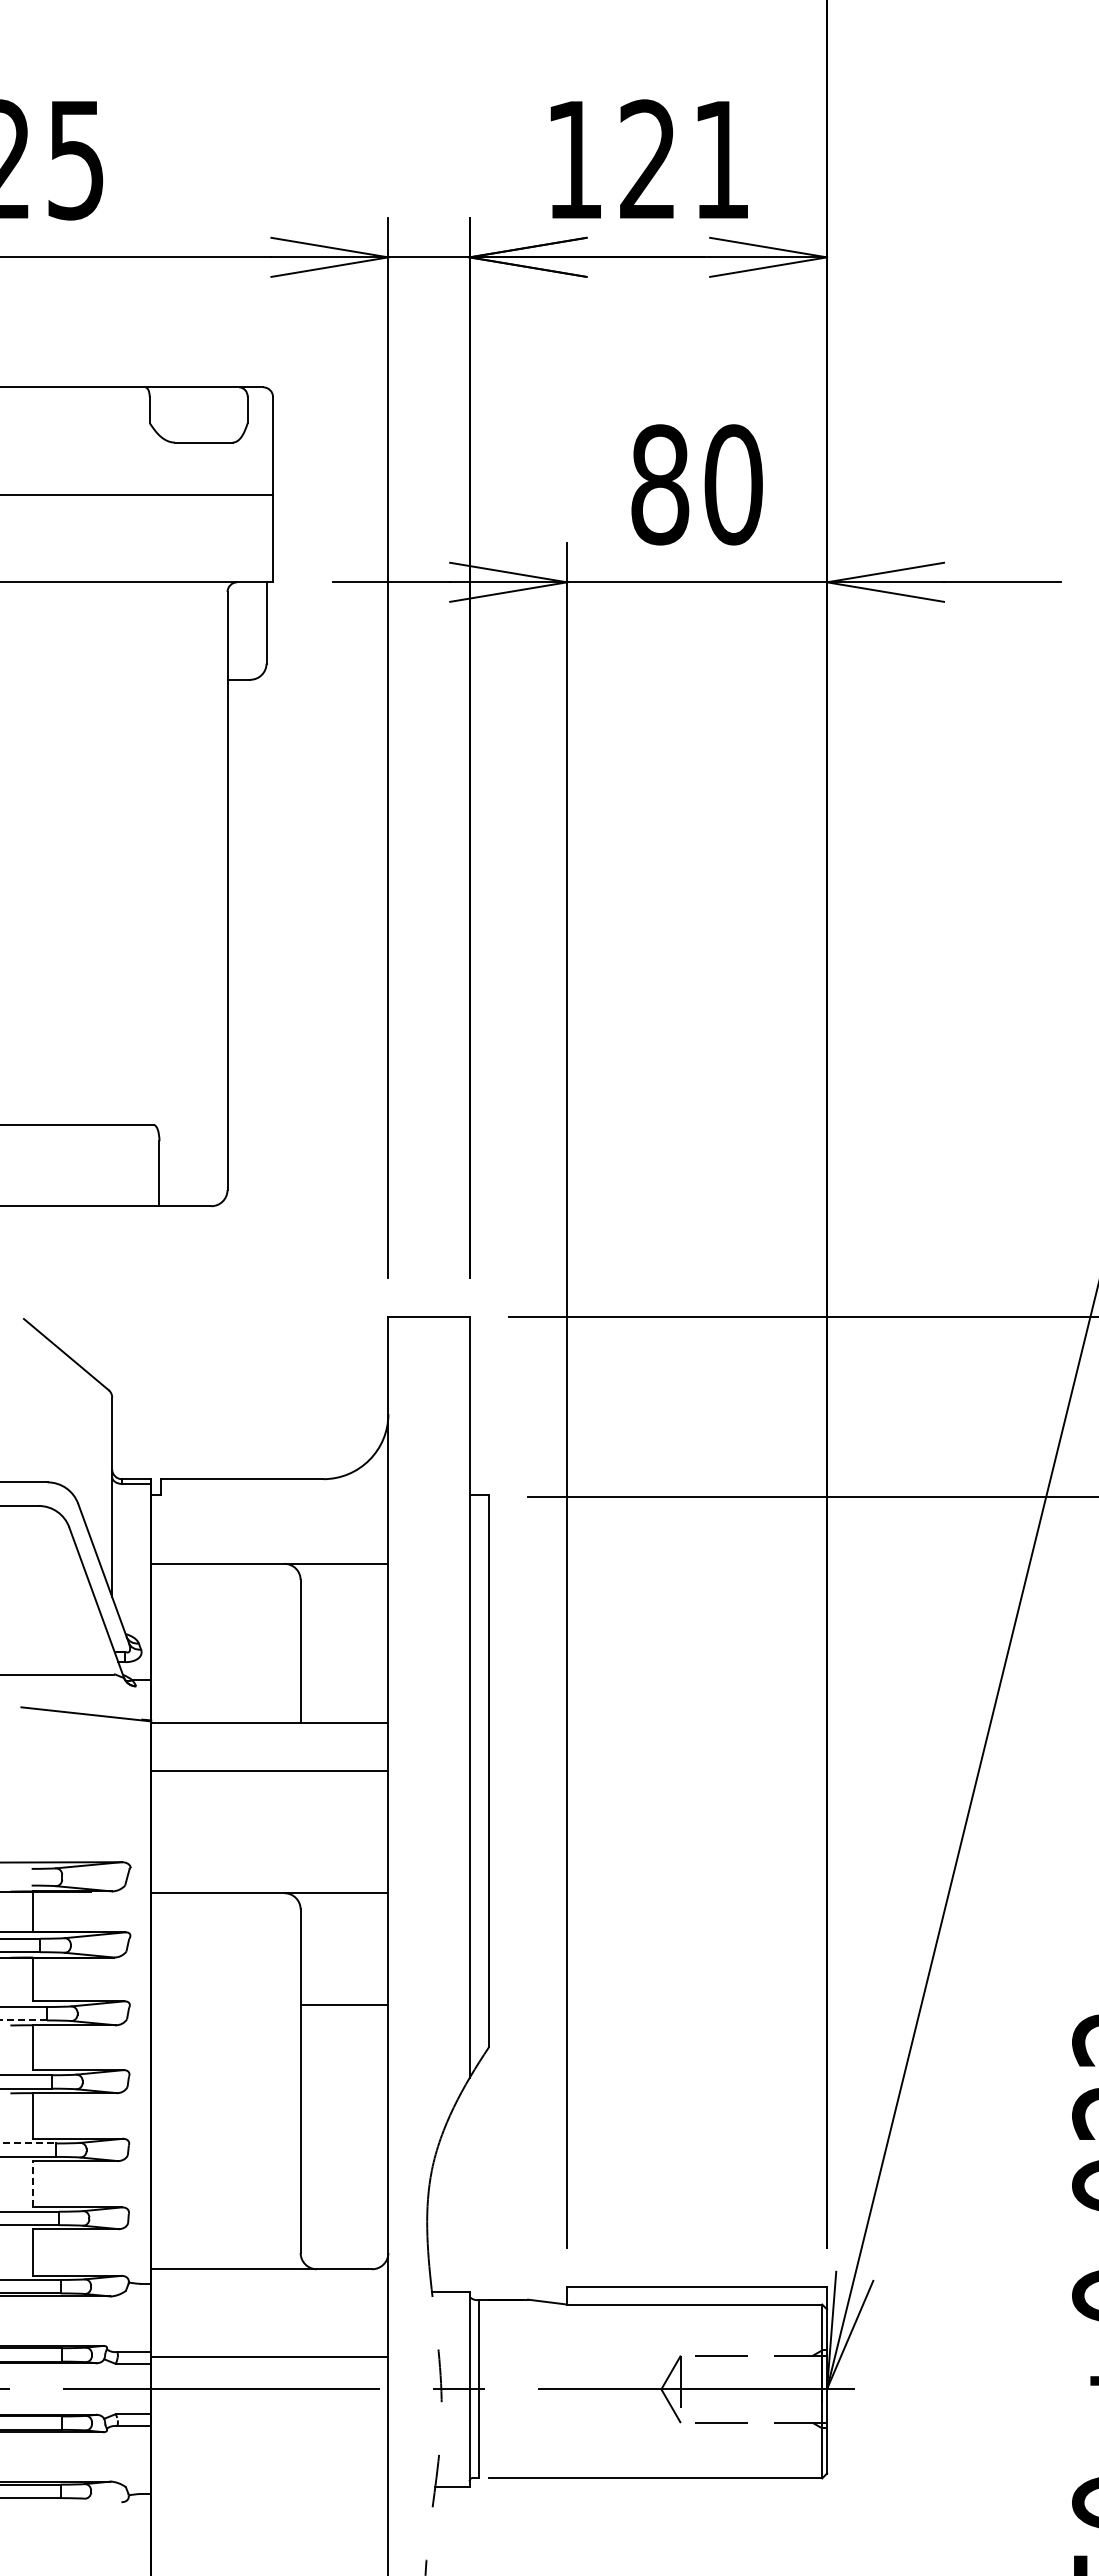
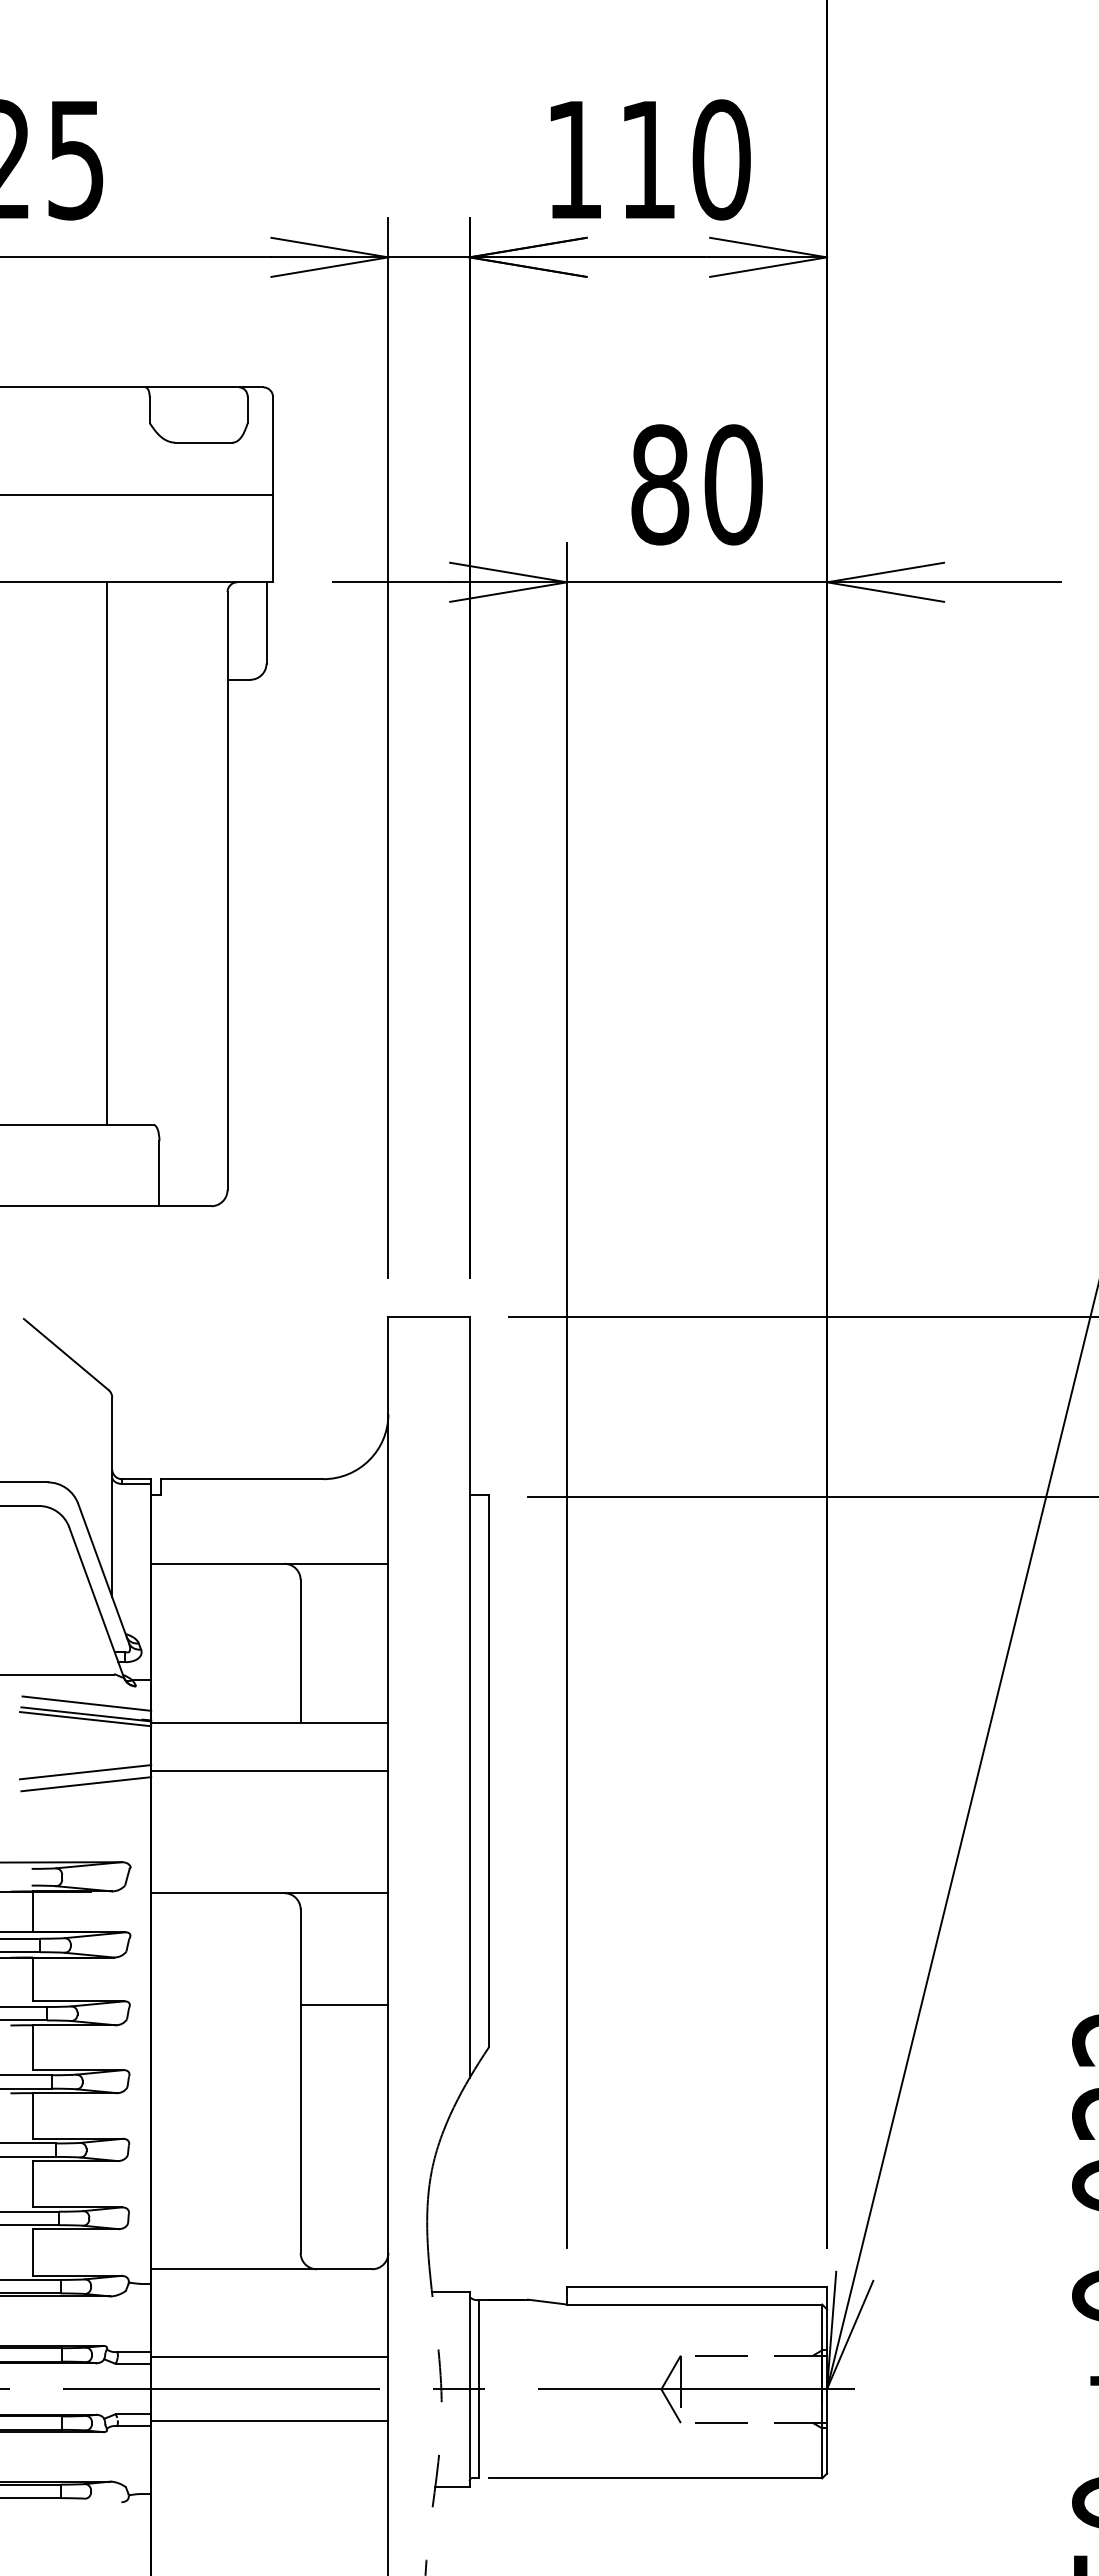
text at (685, 159): 121 -> 110
line at (107, 853): none -> present
line at (86, 1703): none -> present
line at (85, 1719): none -> present
line at (85, 1772): none -> present
line at (86, 1784): none -> present
line at (23, 2020): dashed -> solid
line at (28, 2143): dashed -> solid
line at (33, 2183): dashed -> solid
line at (269, 2421): none -> present
